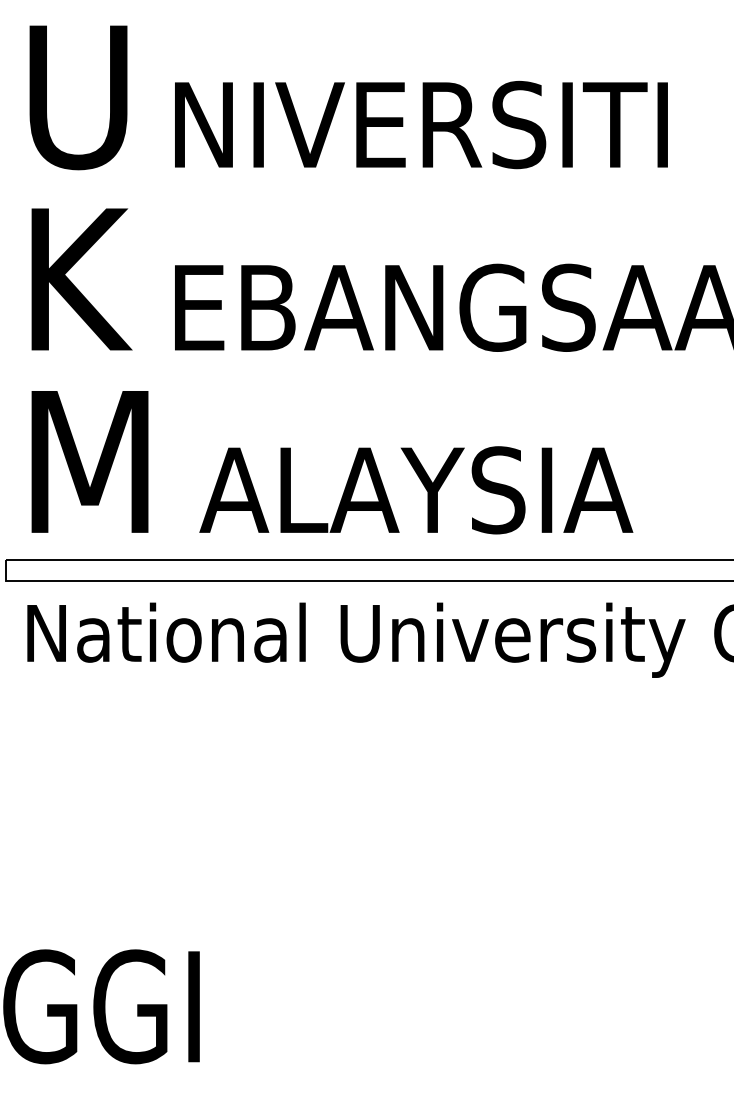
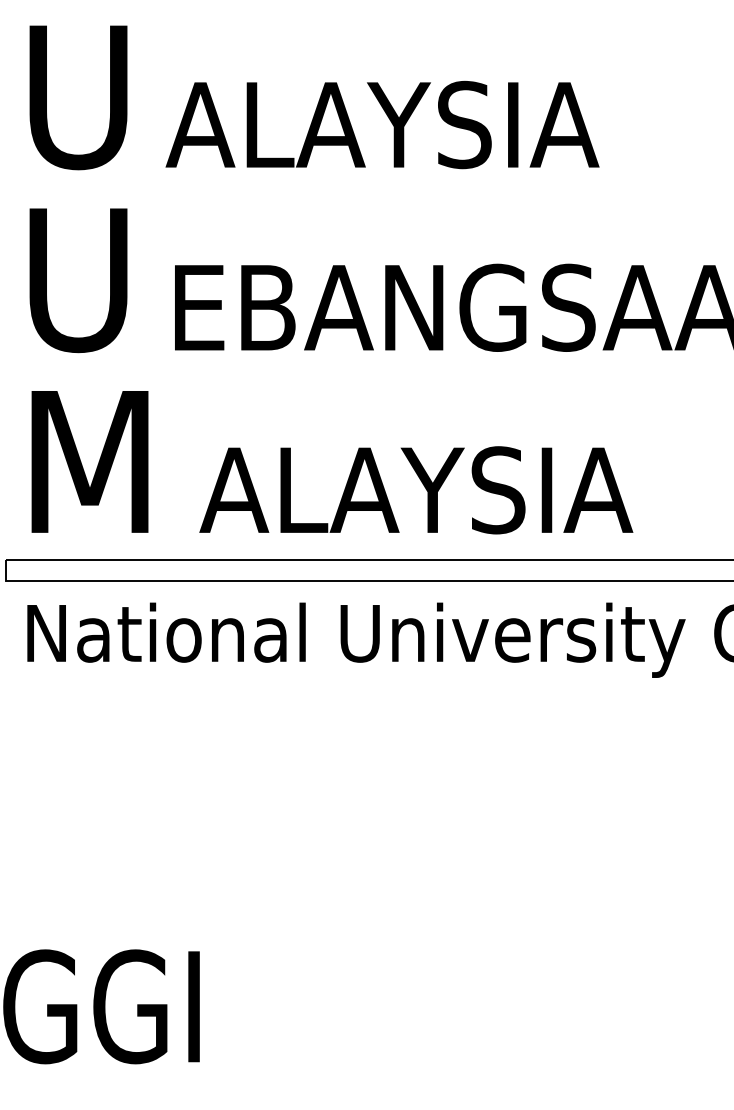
text at (416, 124): NIVERSITI -> ALAYSIA
text at (80, 280): K -> U
